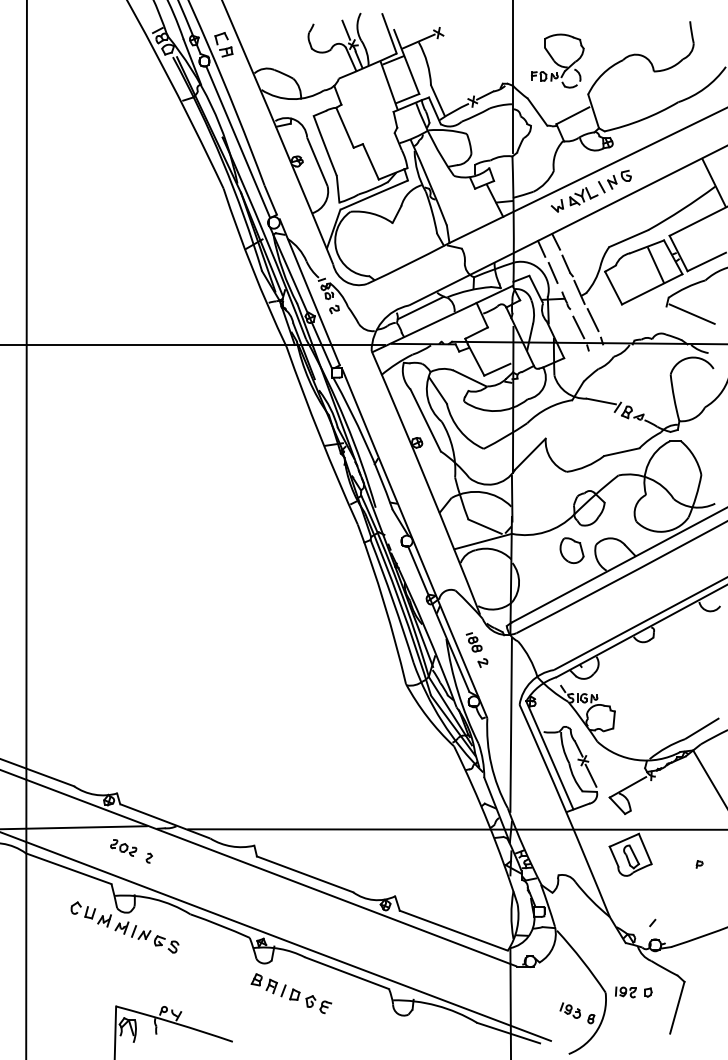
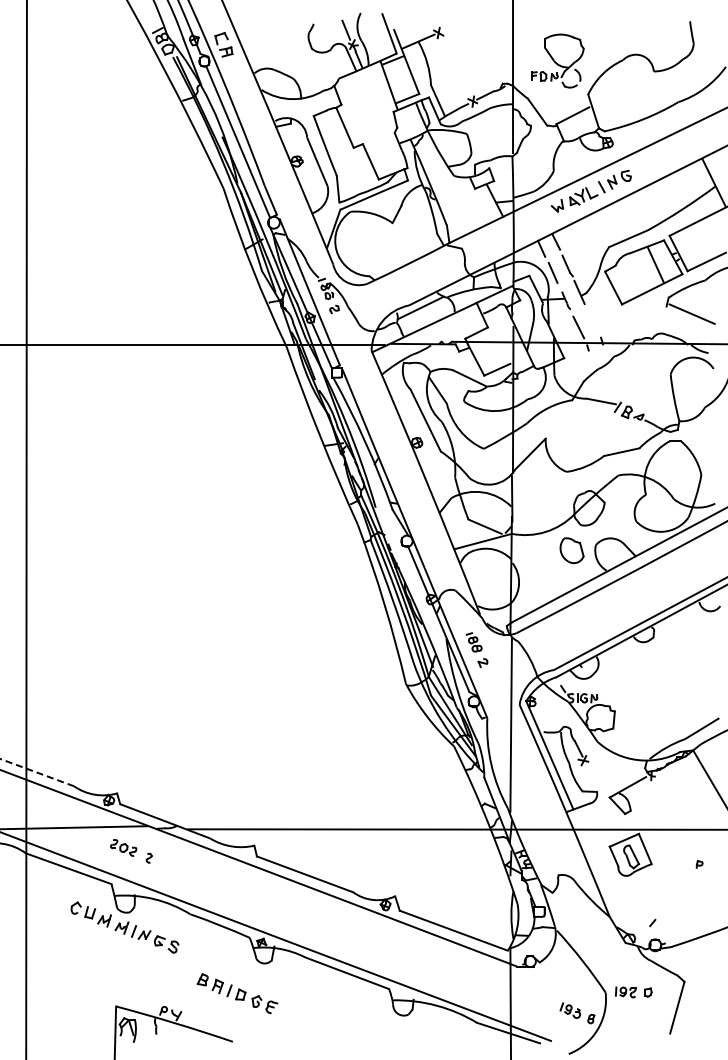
line at (592, 320): present -> none
line at (36, 772): solid -> dashed
line at (590, 775): present -> none
part at (291, 993) position: (291, 993) -> (237, 993)
